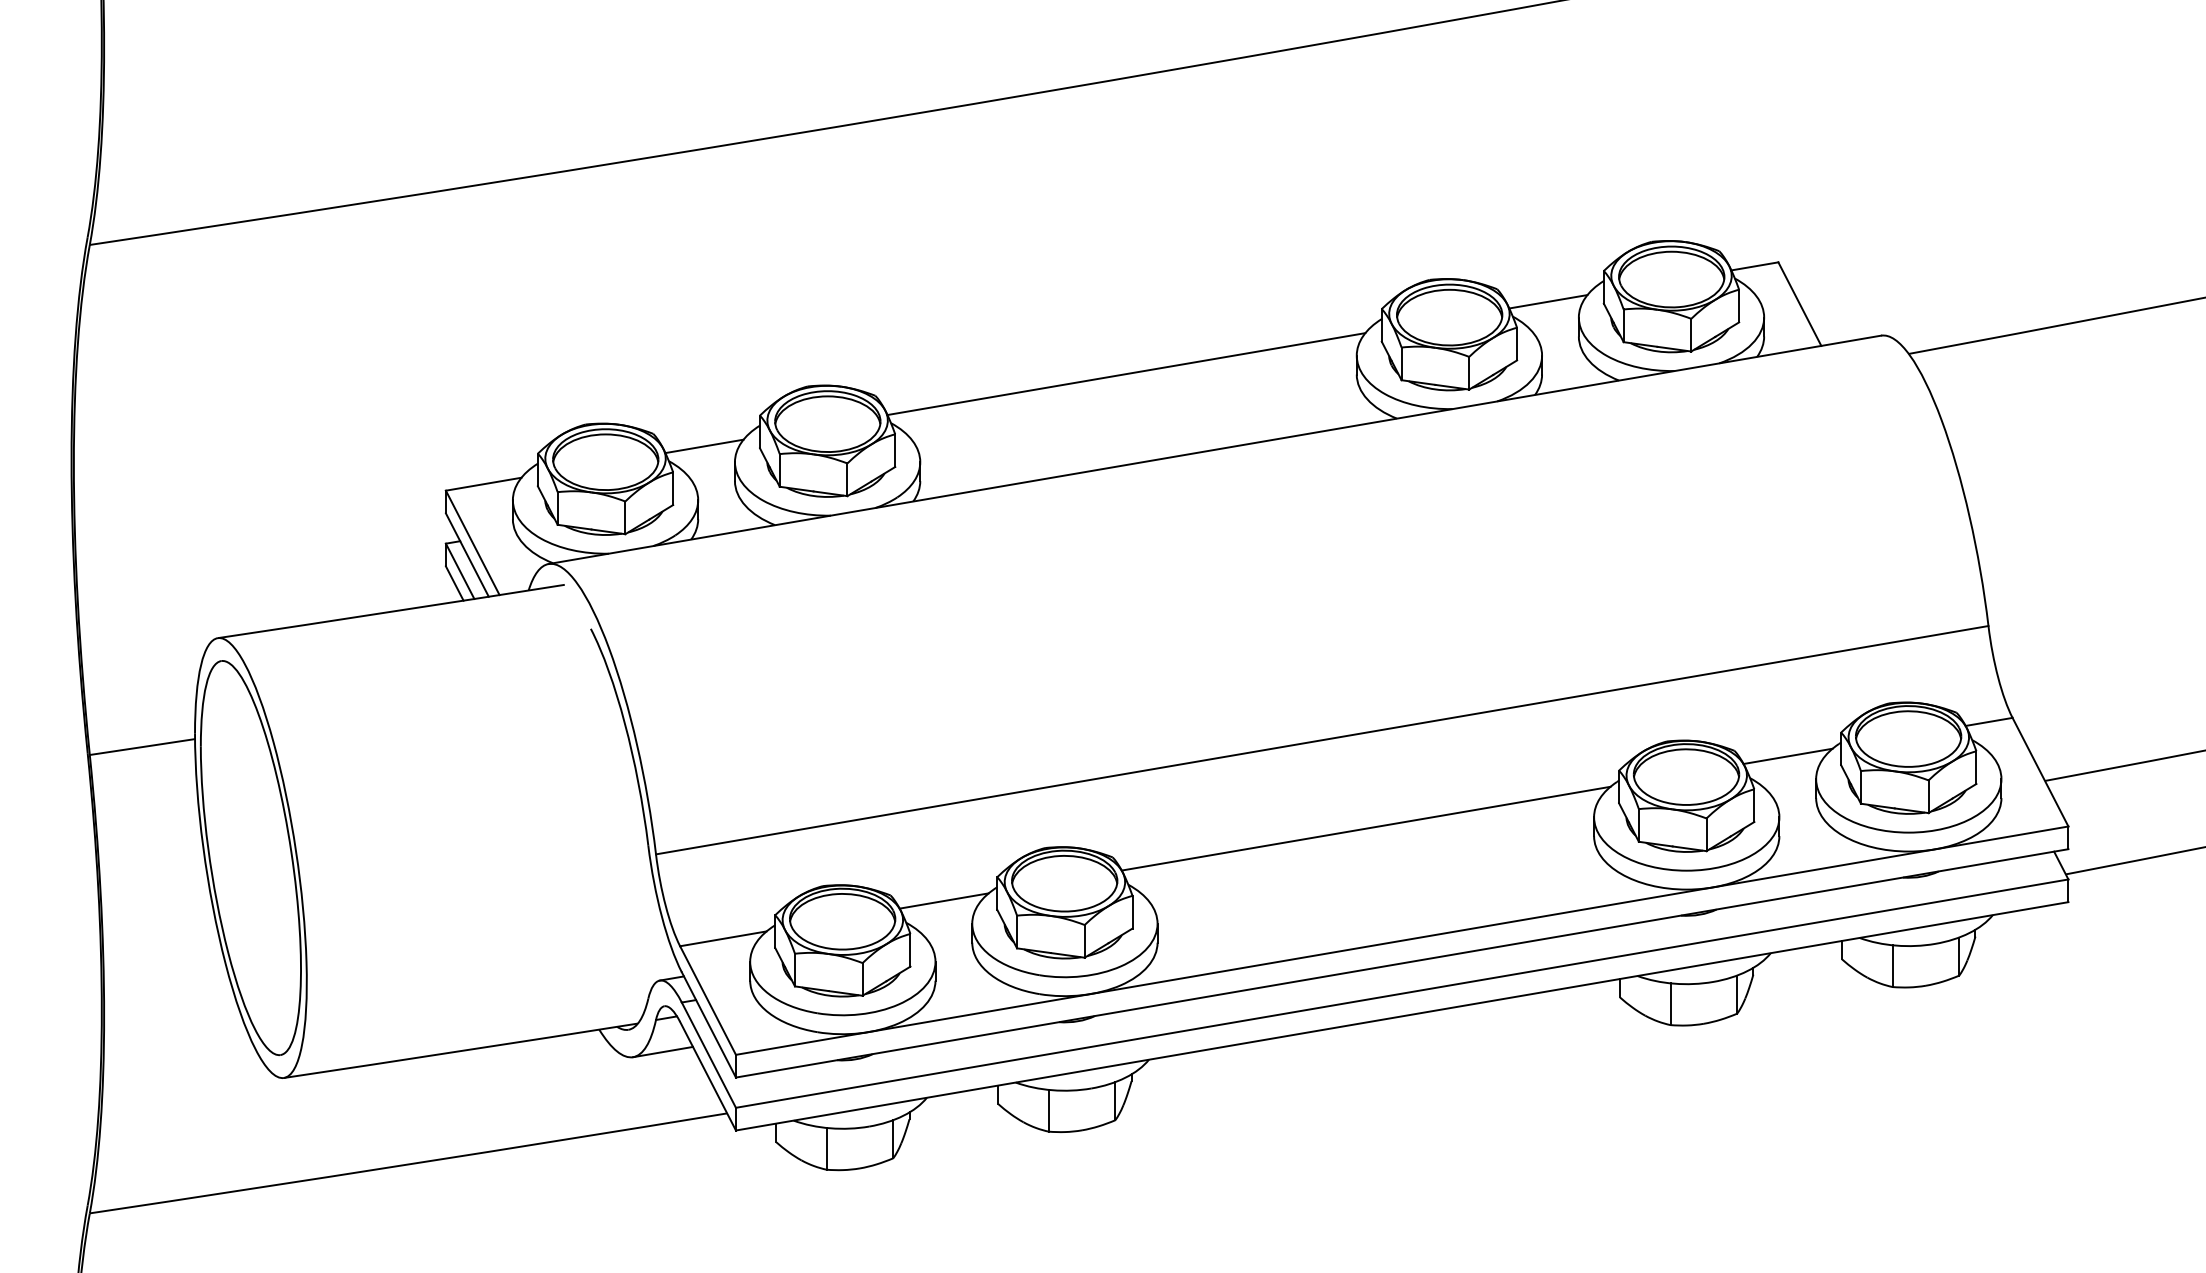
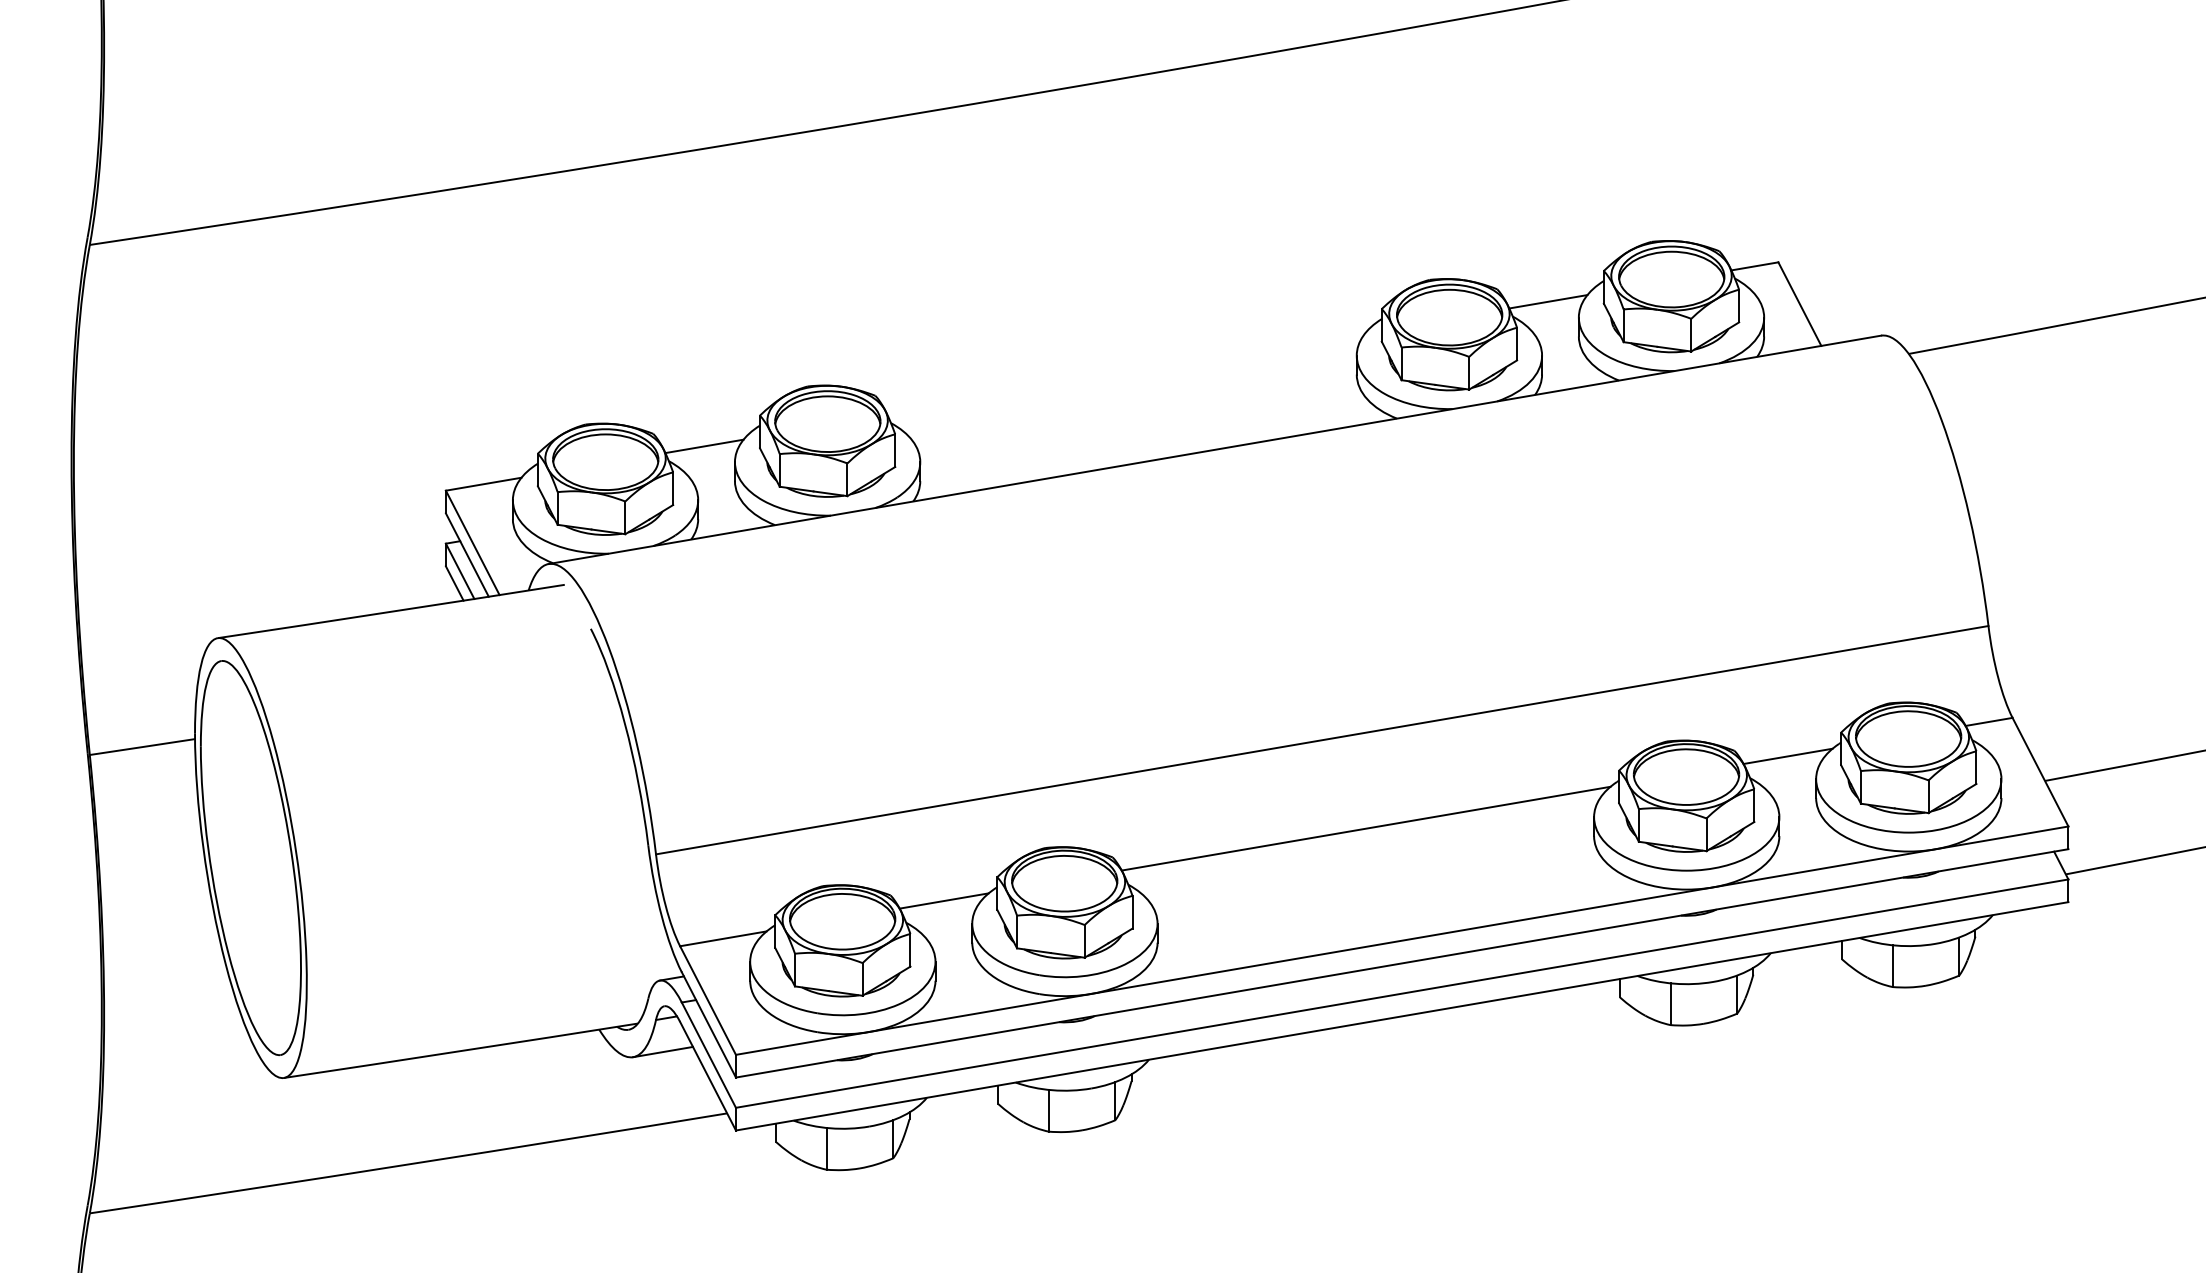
line at (1126, 374): present -> none
